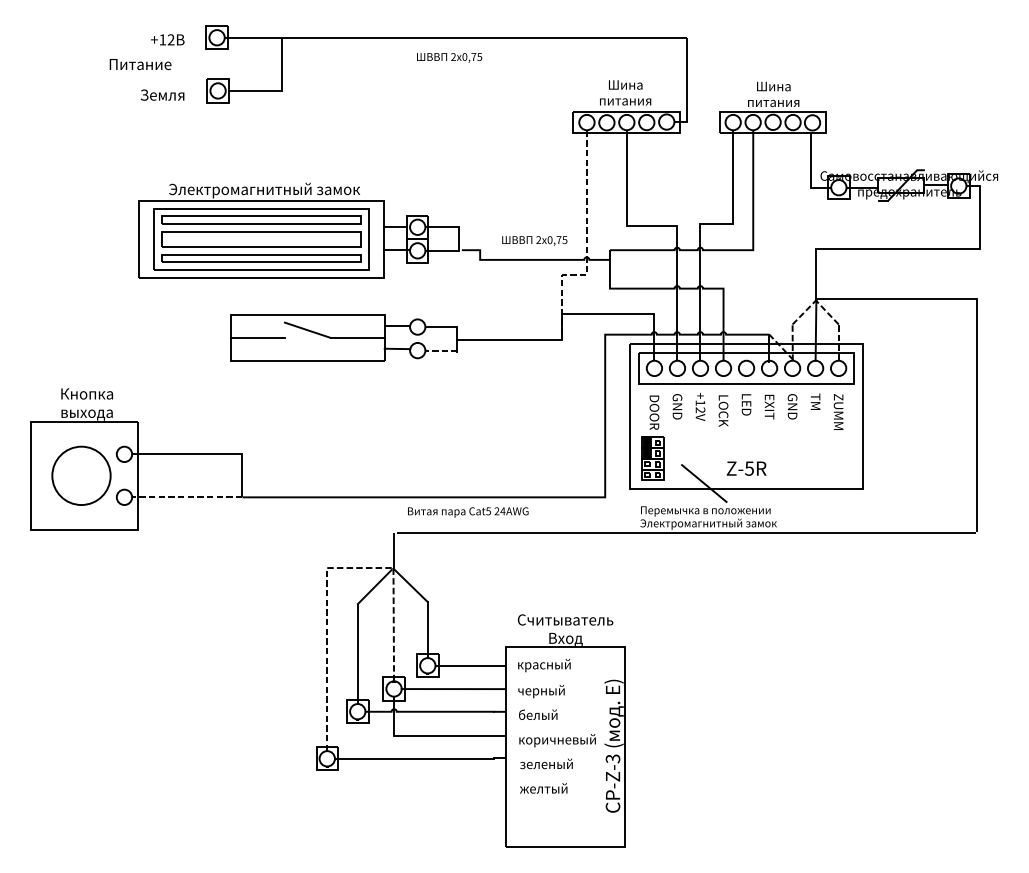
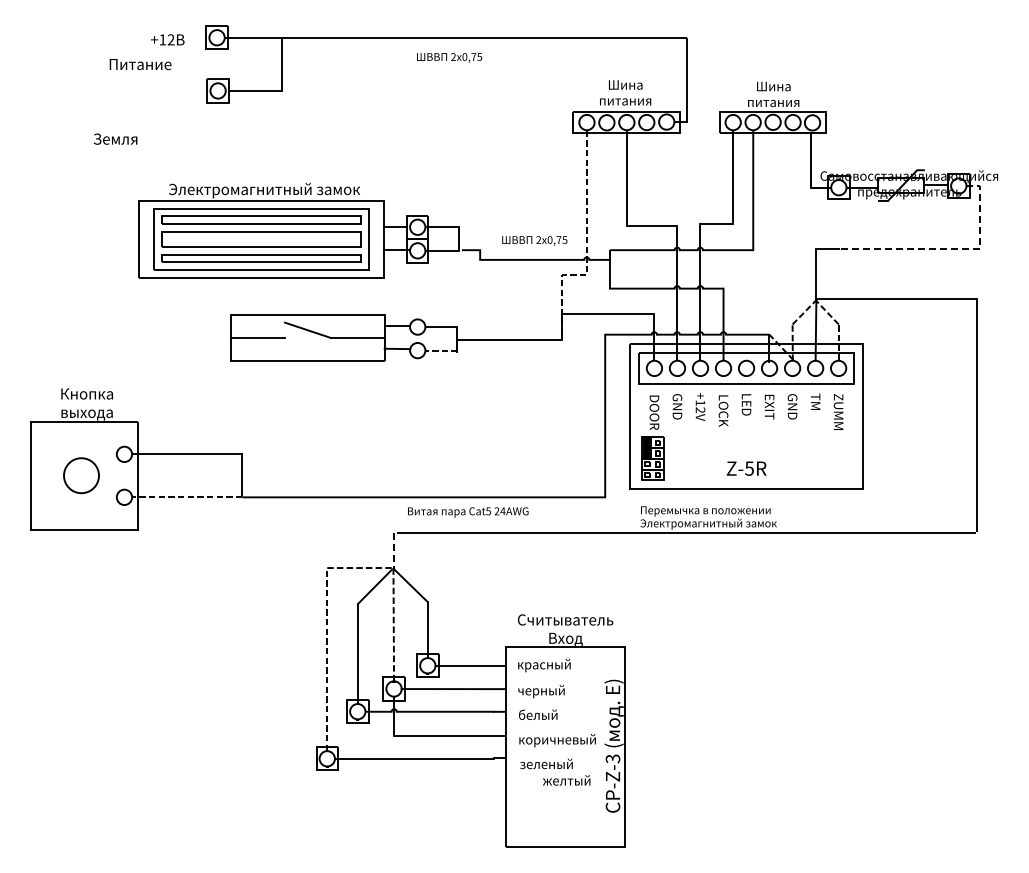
text at (162, 94) position: (162, 94) -> (115, 138)
line at (949, 249): solid -> dashed
circle at (81, 475) size: 61x61 px -> 37x38 px
line at (704, 483): present -> none
line at (393, 552): solid -> dashed
text at (543, 788) position: (543, 788) -> (566, 780)
